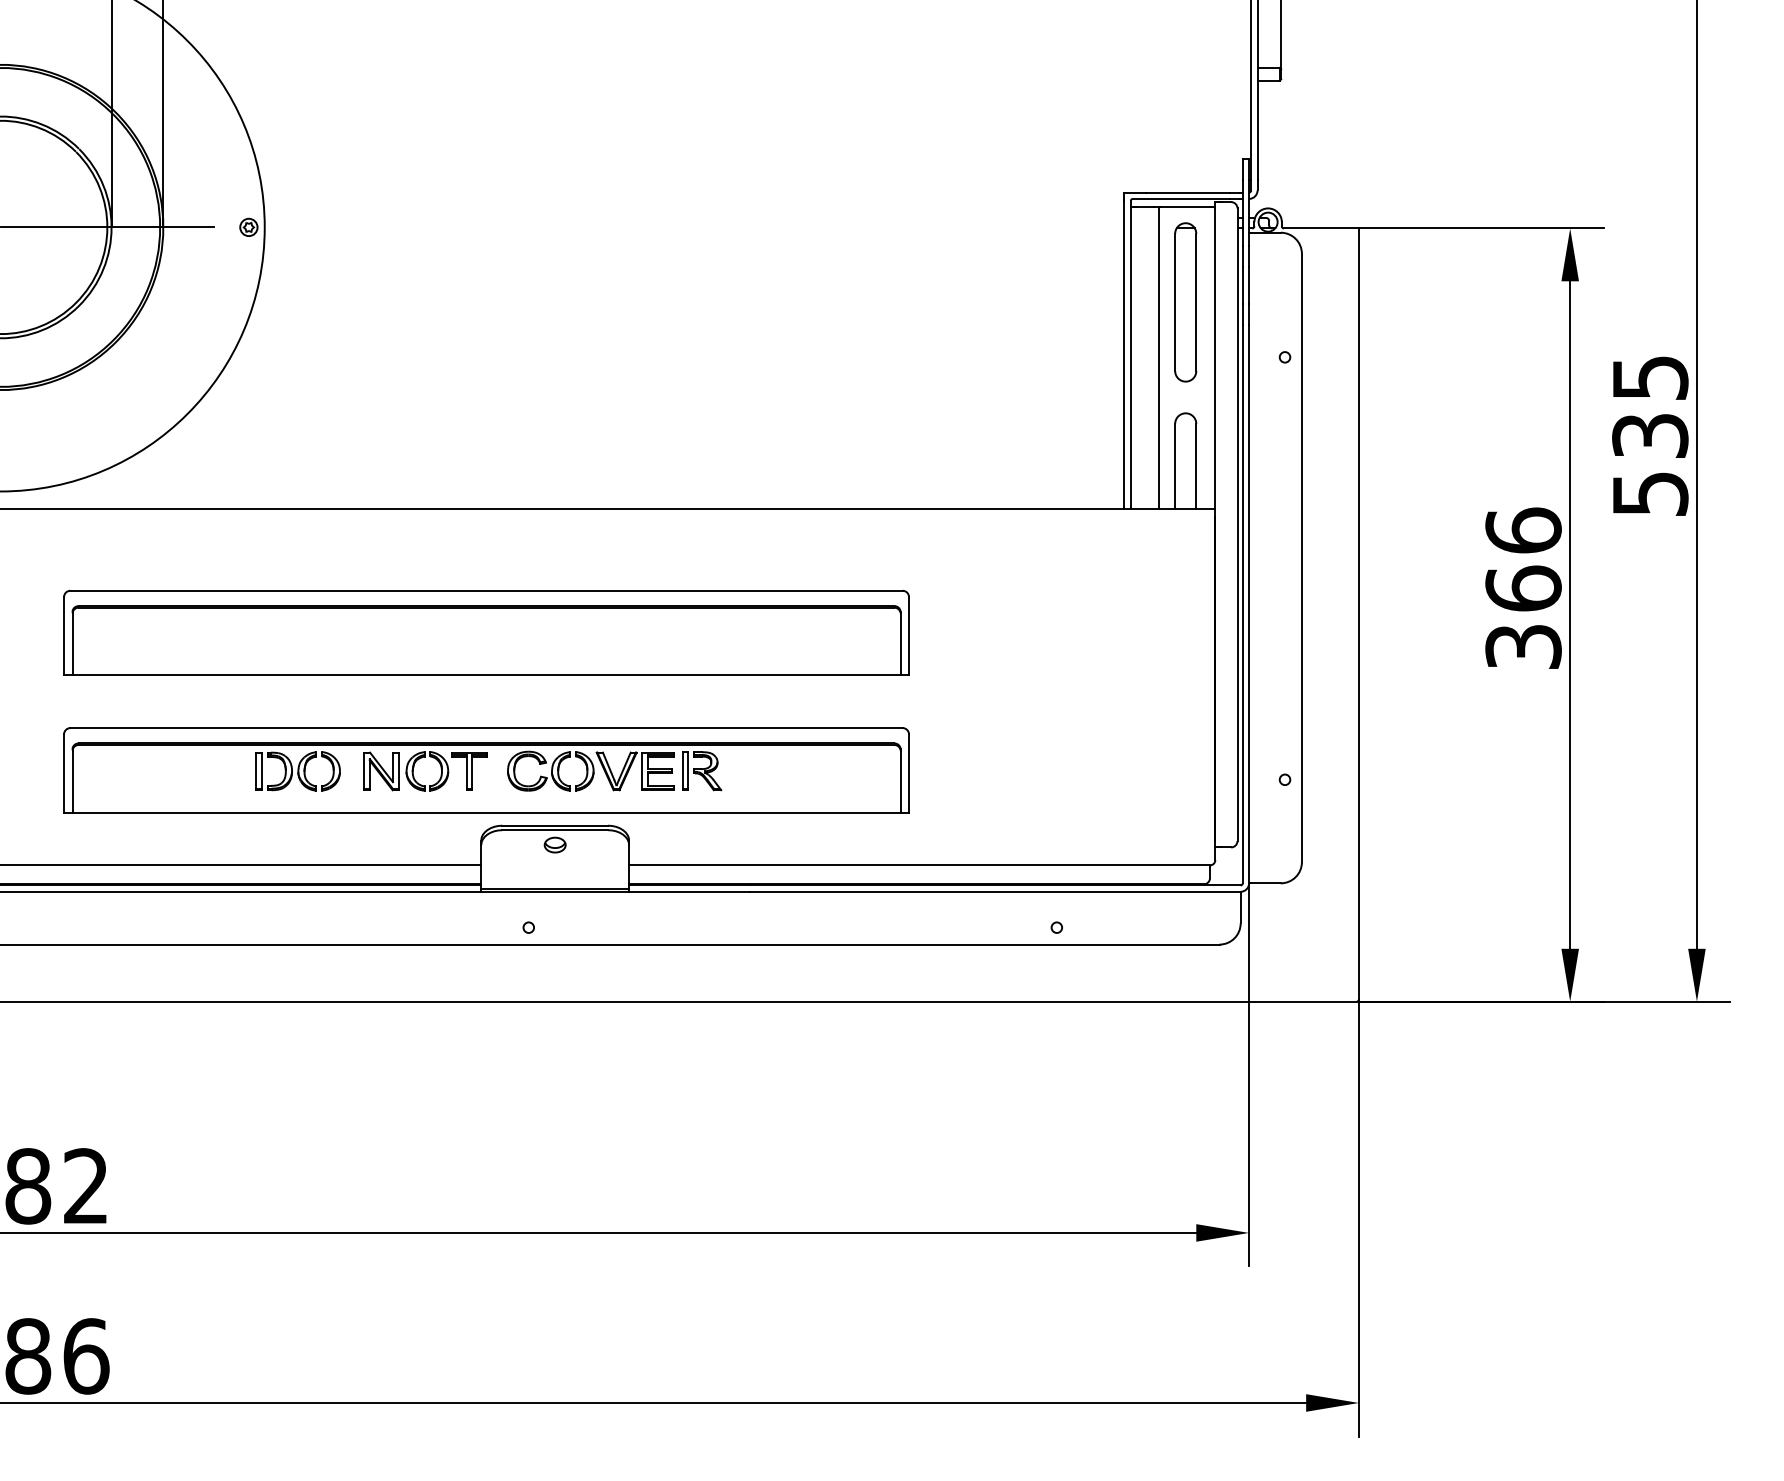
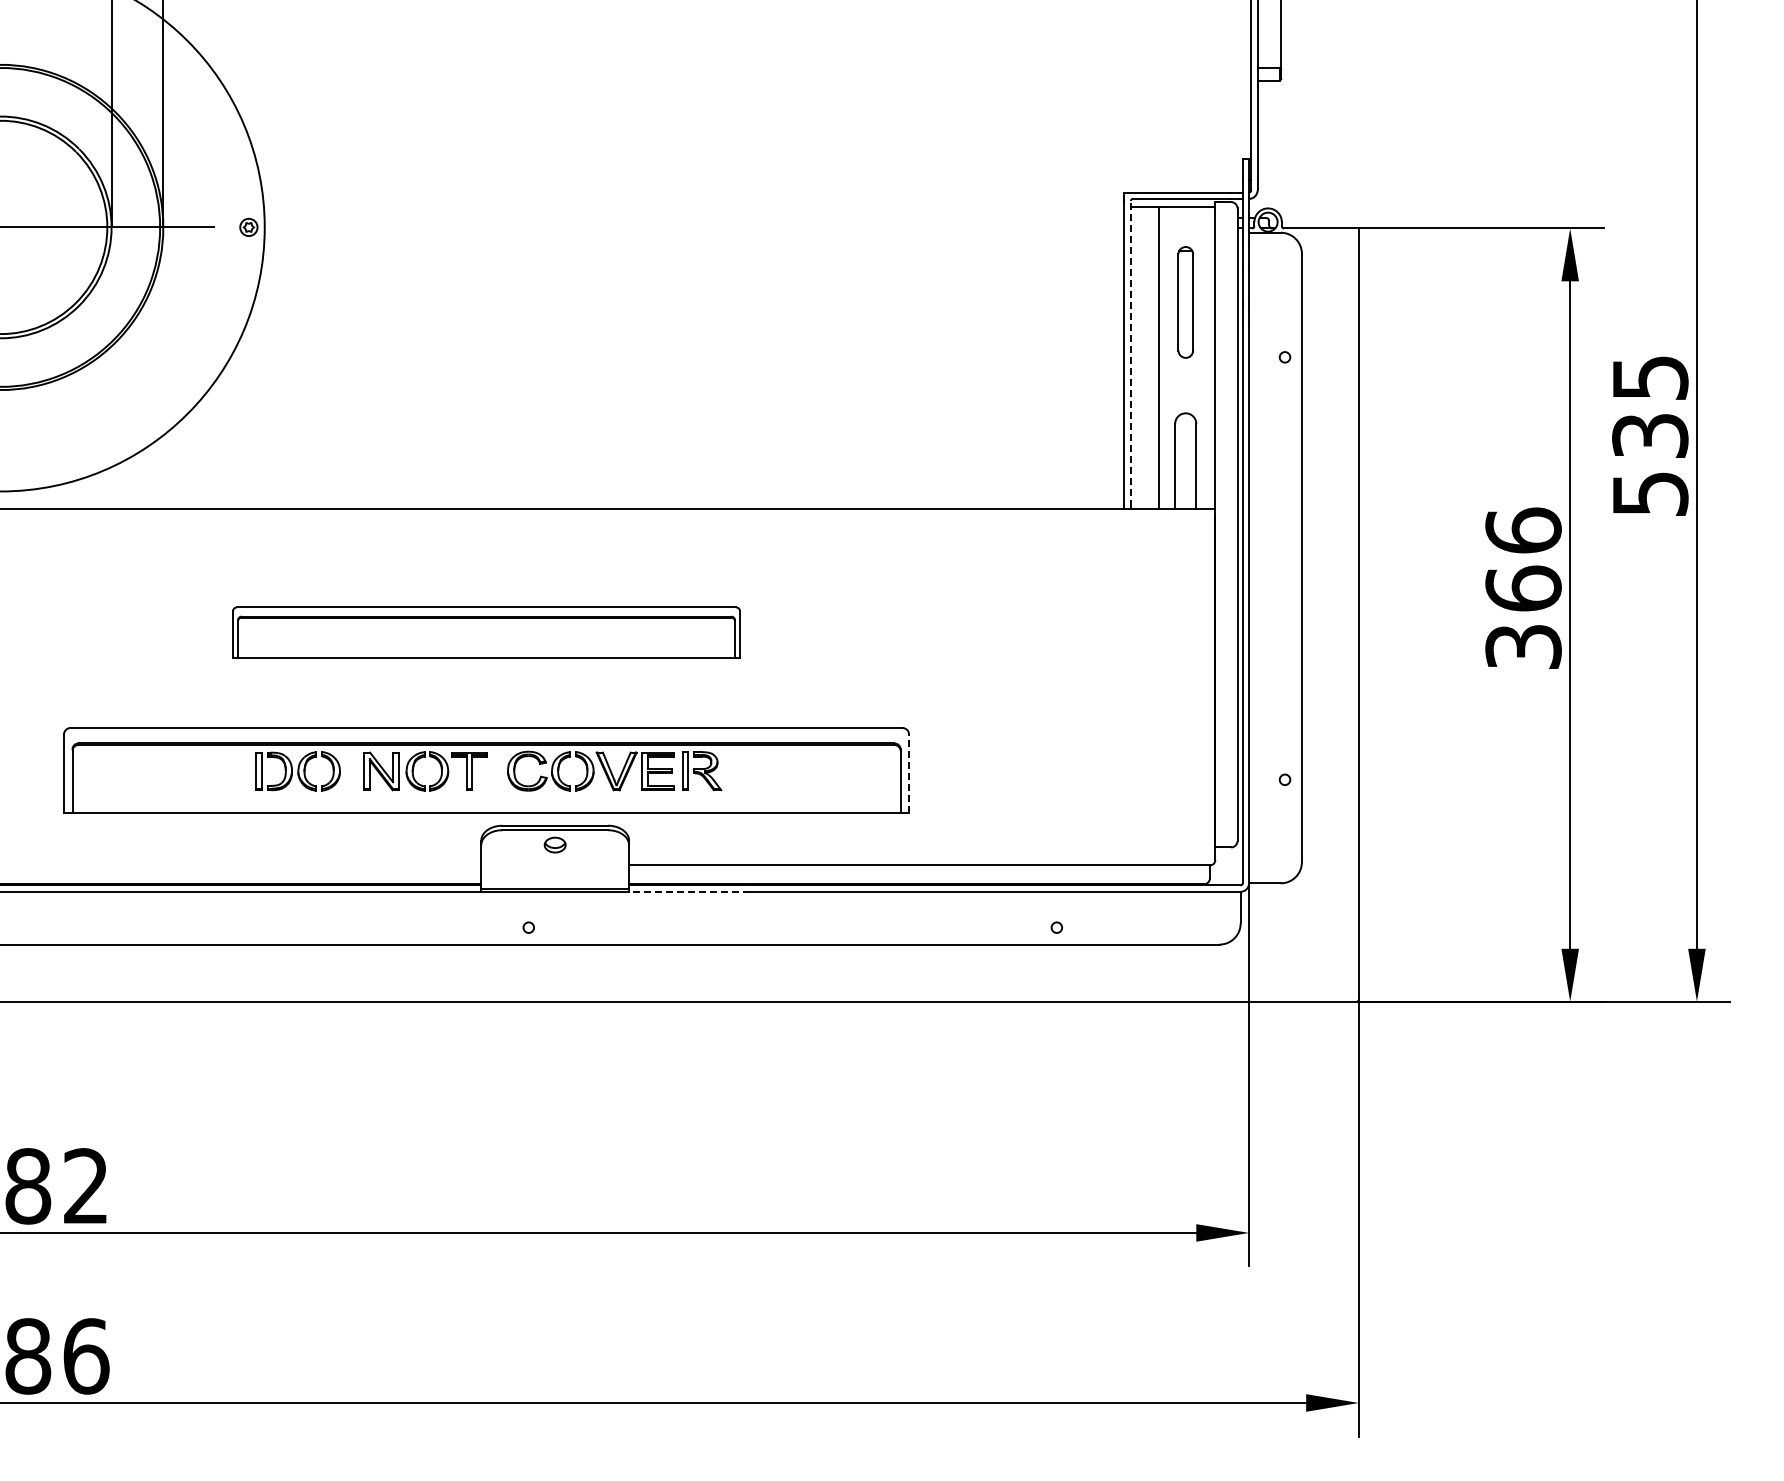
part at (1185, 302) size: 24x161 px -> 18x113 px
line at (1130, 353): solid -> dashed
part at (486, 632) size: 847x87 px -> 509x53 px
line at (909, 773): solid -> dashed
line at (241, 865): present -> none
line at (689, 891): solid -> dashed
